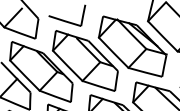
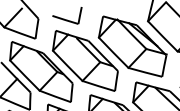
part at (67, 15) size: 39x23 px -> 31x18 px
